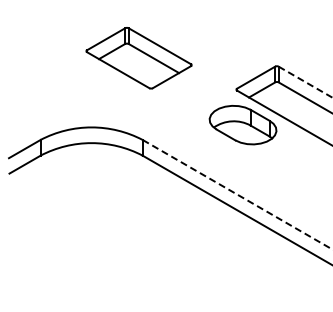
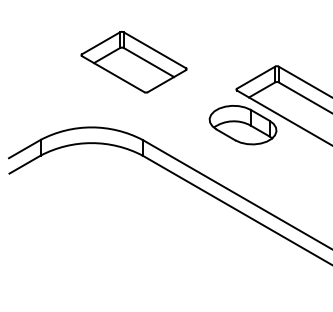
part at (138, 58) position: (138, 58) -> (133, 62)
line at (306, 82): dashed -> solid
line at (237, 194): dashed -> solid
